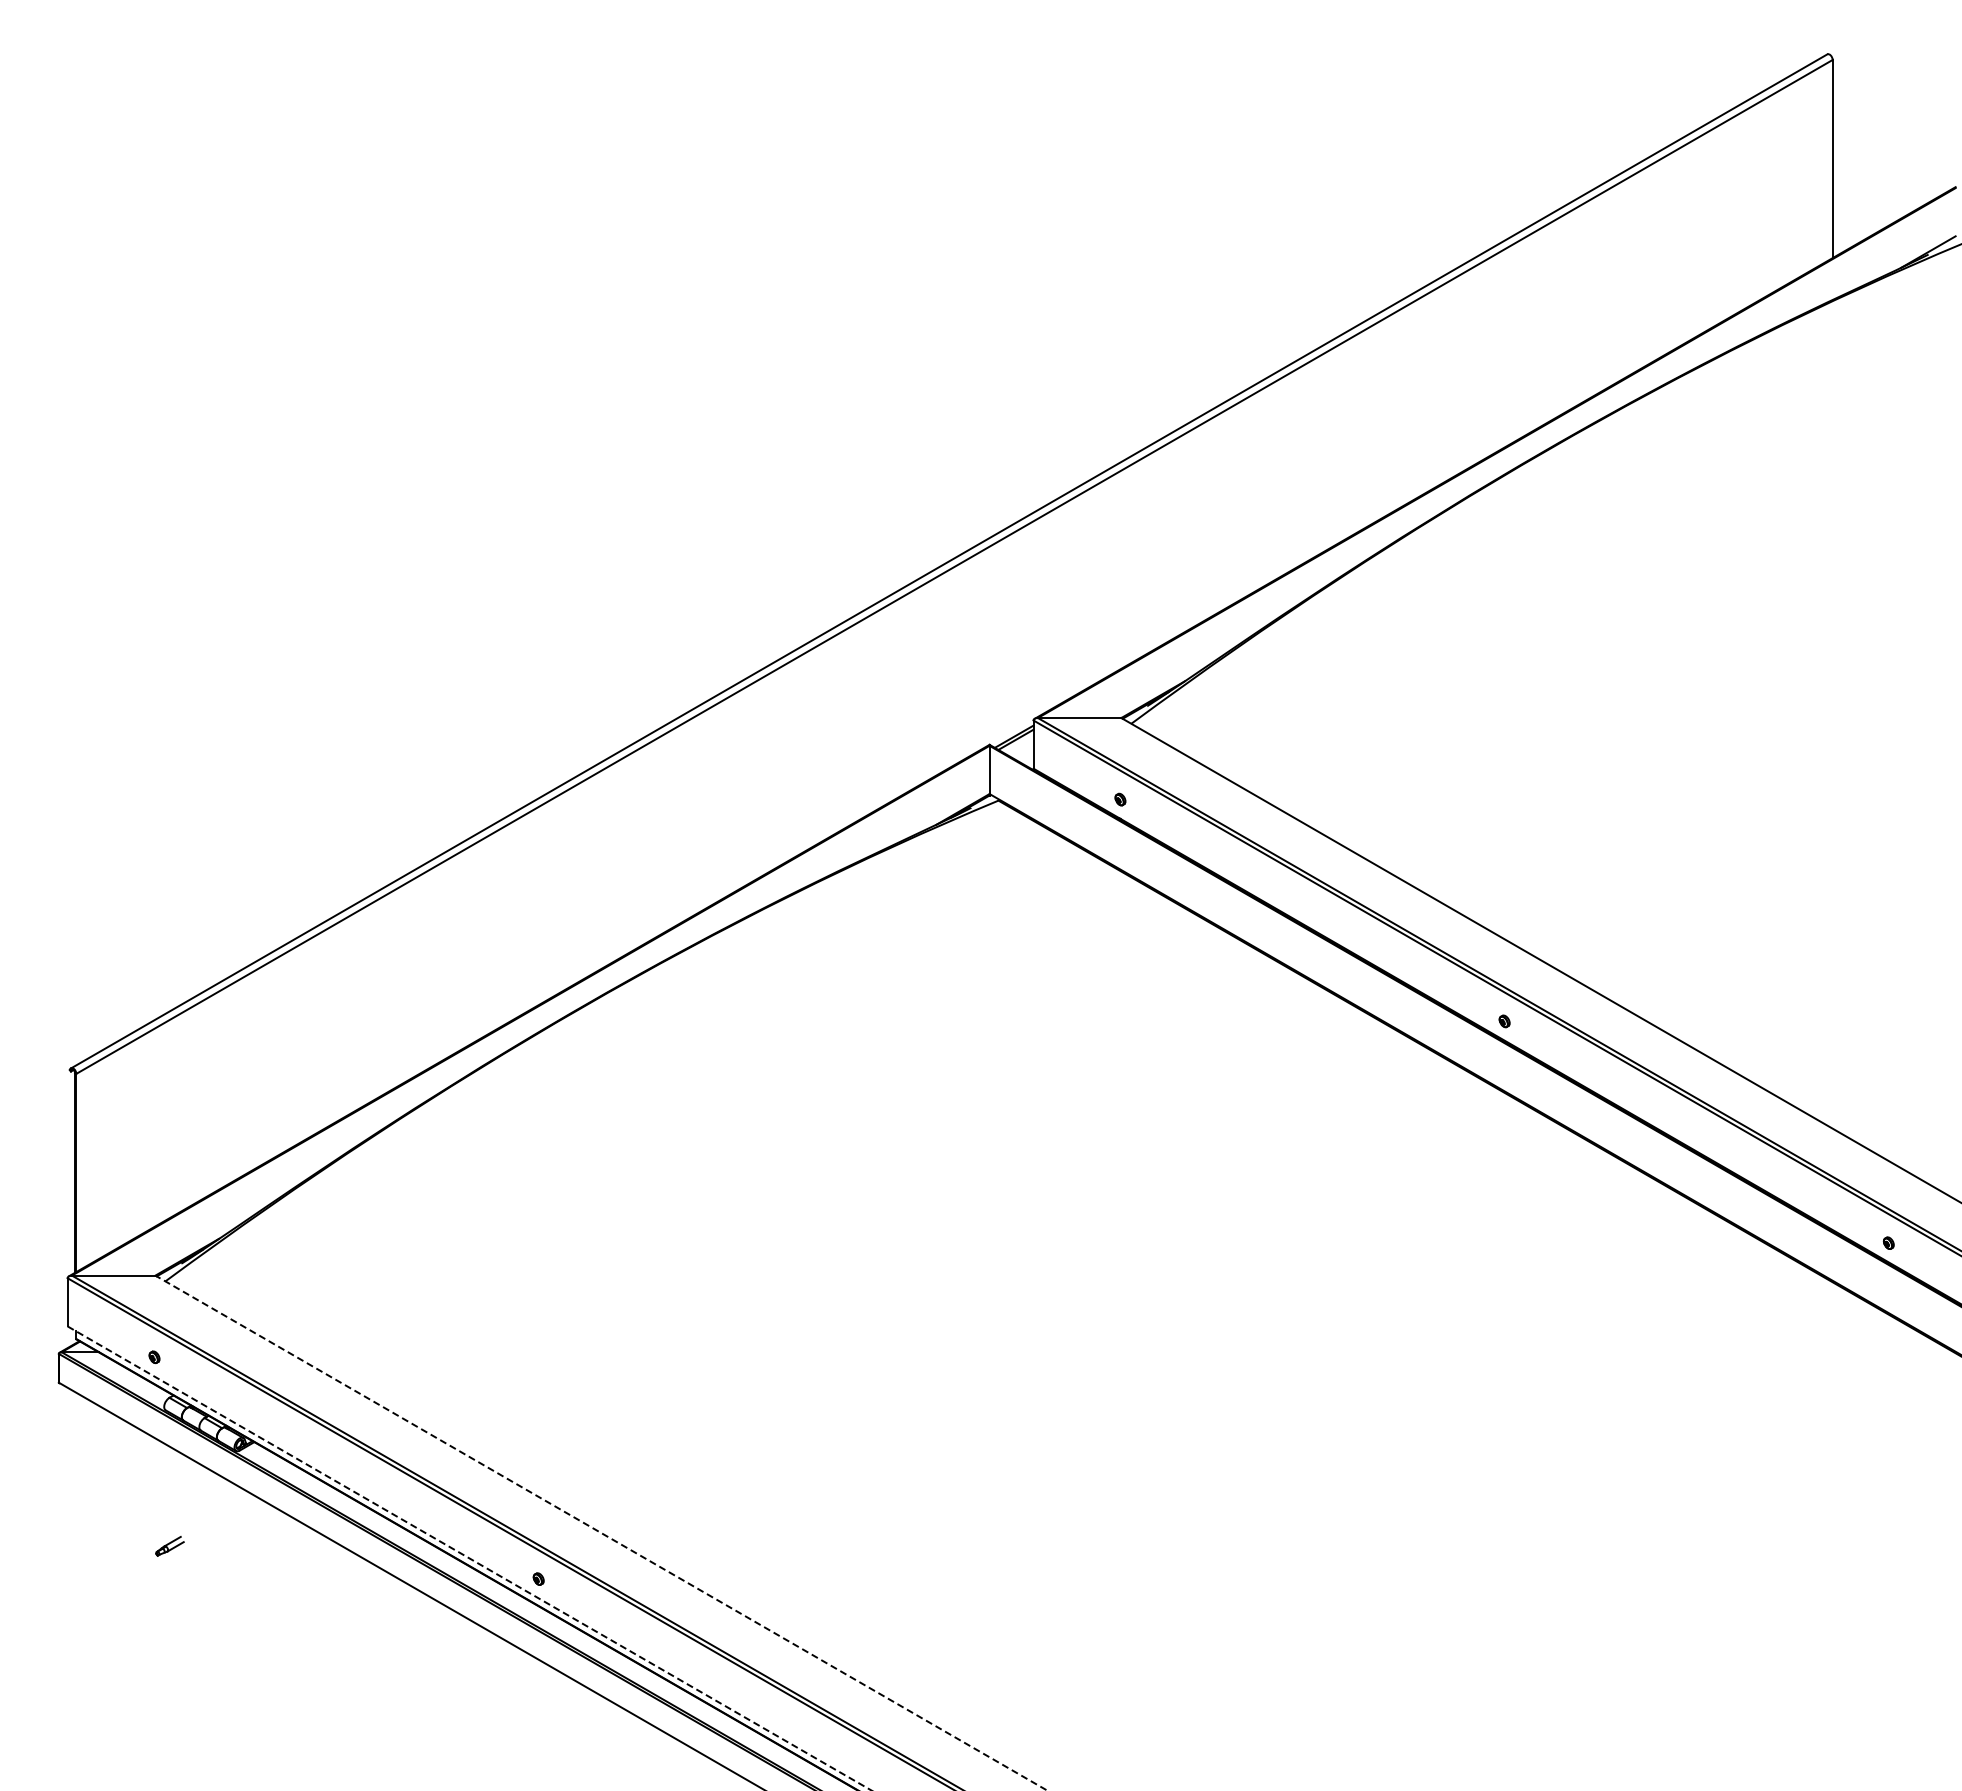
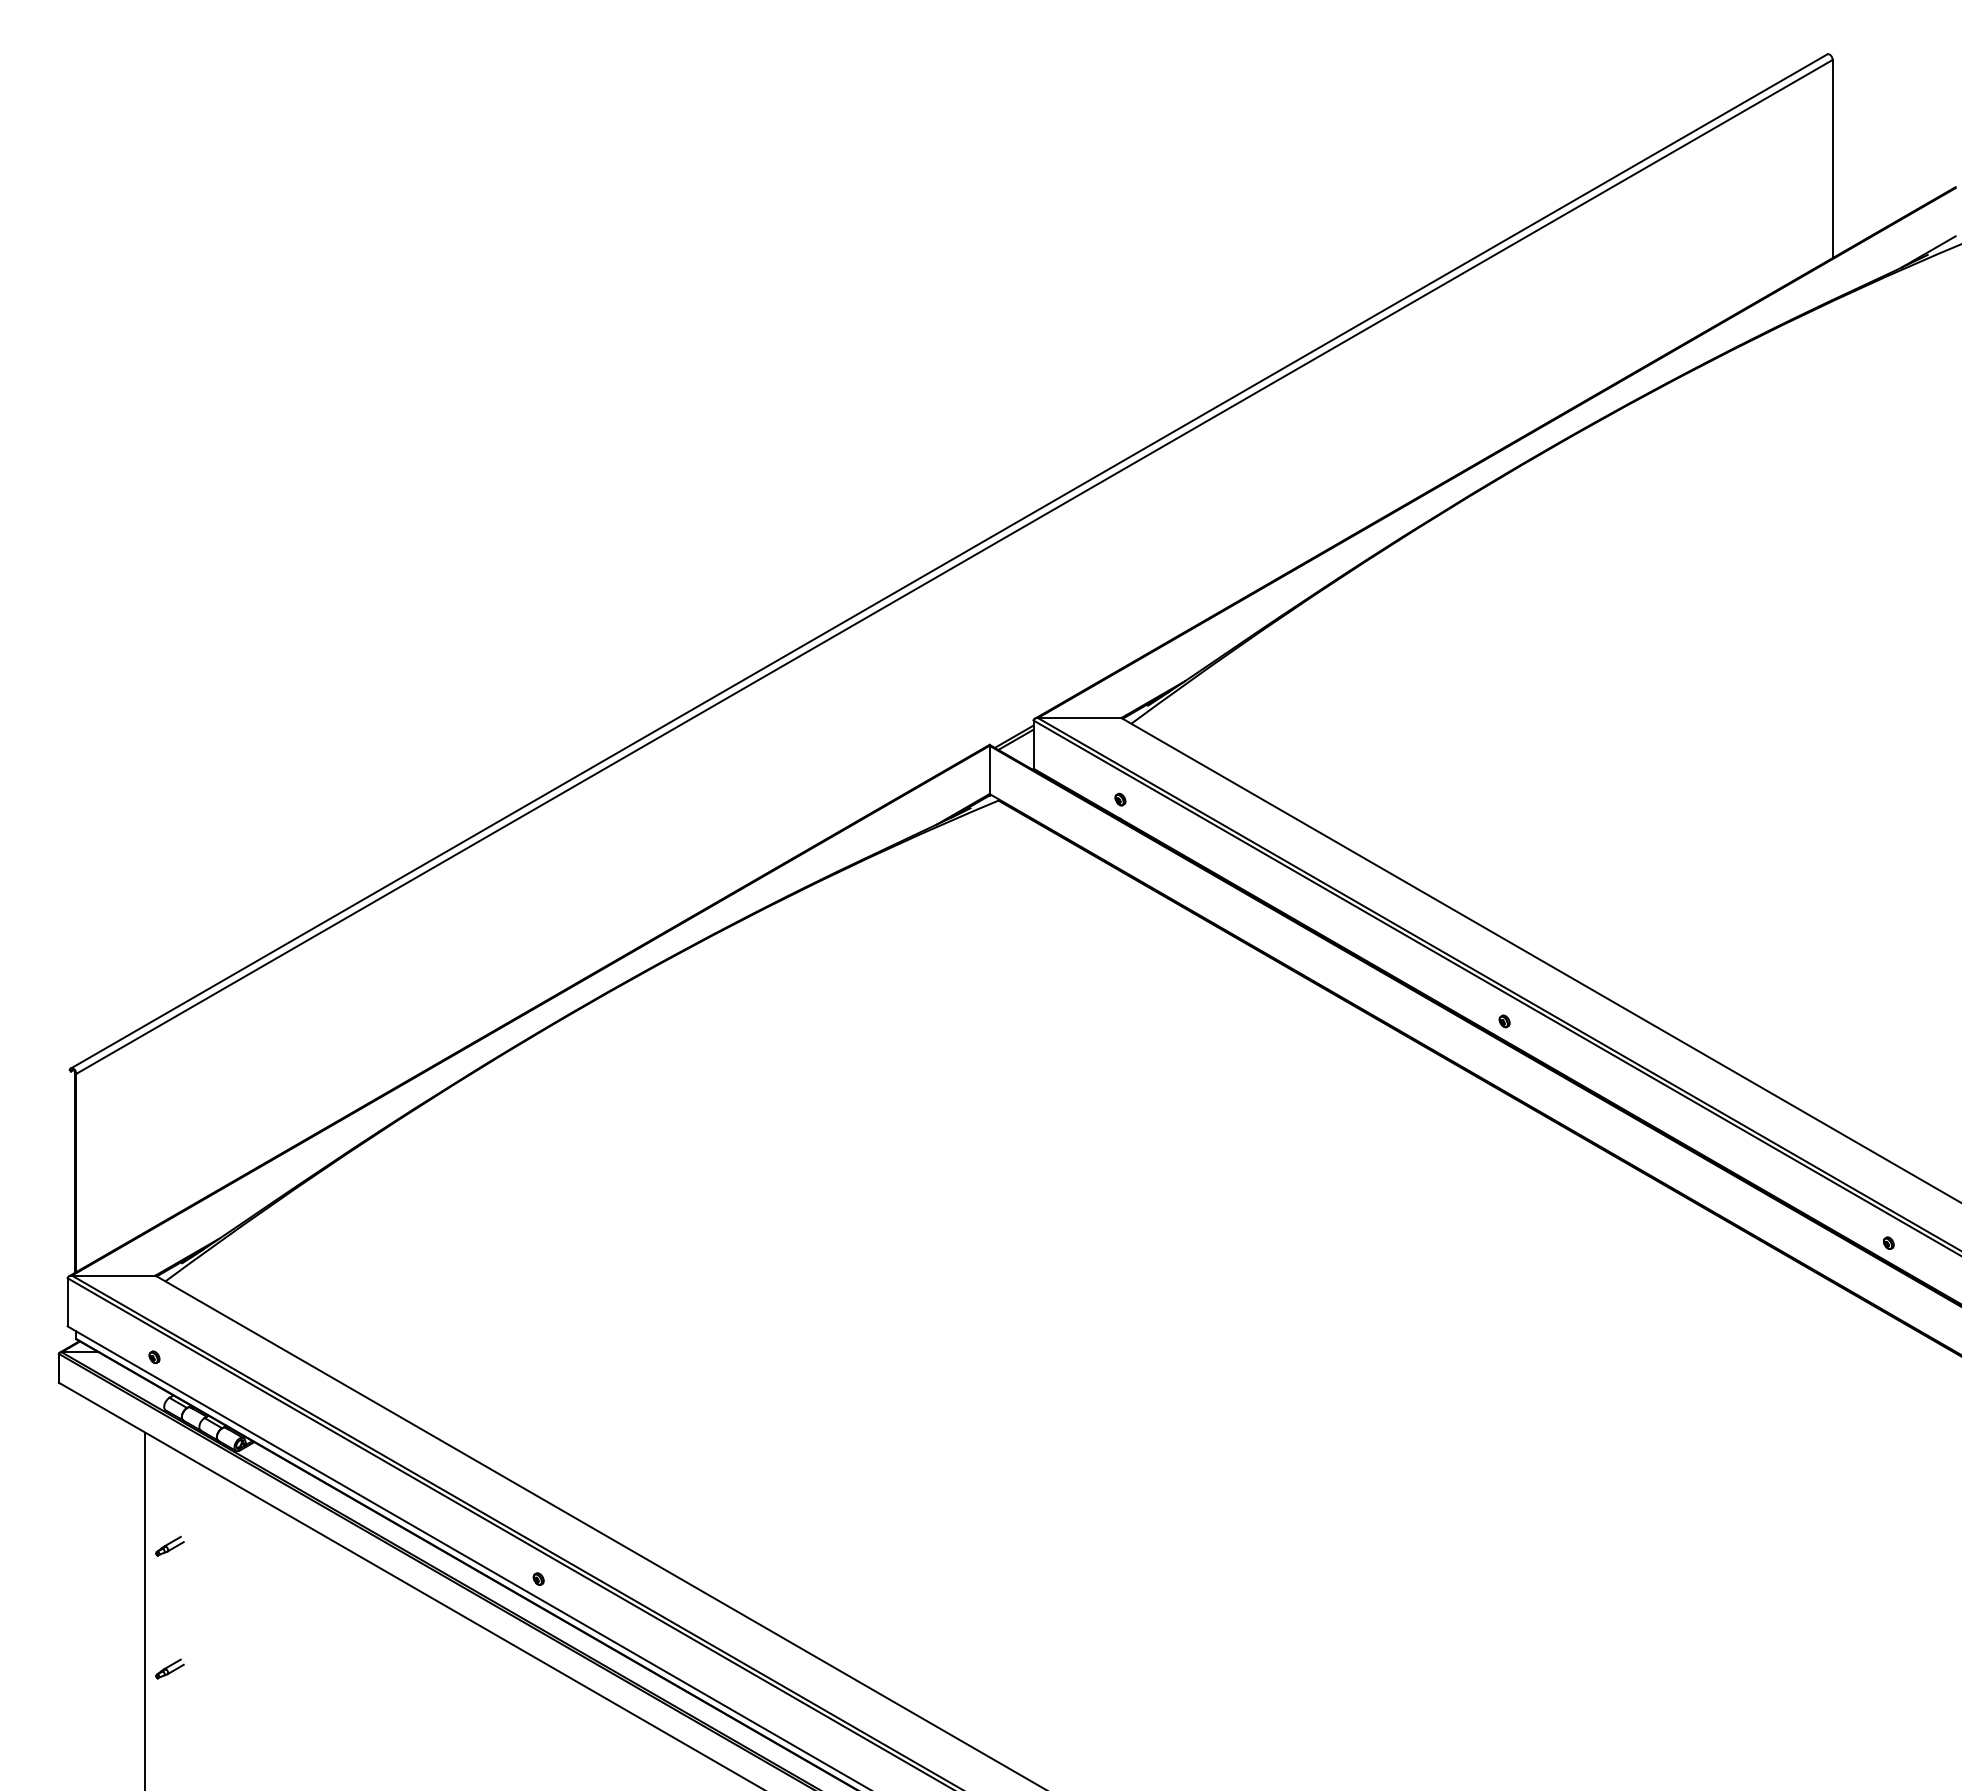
line at (601, 1533): dashed -> solid
line at (470, 1558): dashed -> solid
line at (145, 1609): none -> present
part at (169, 1668): none -> present
